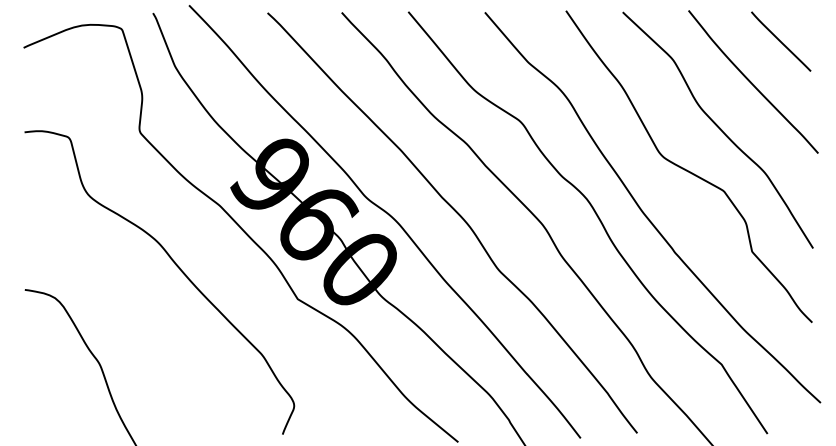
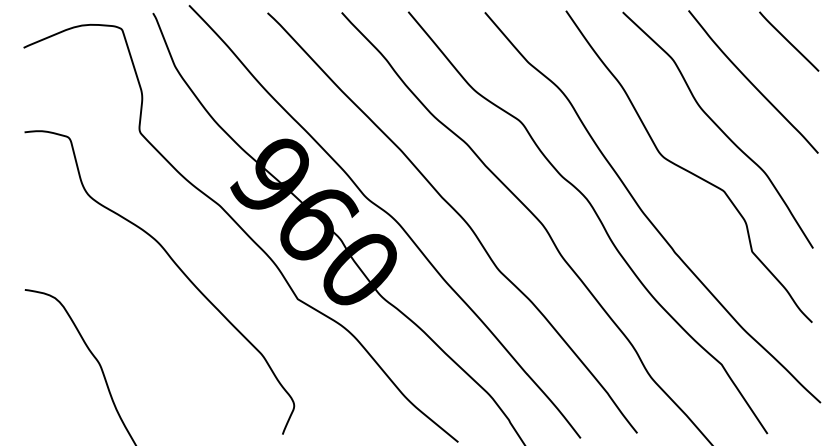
line at (781, 41) position: (781, 41) -> (789, 41)
